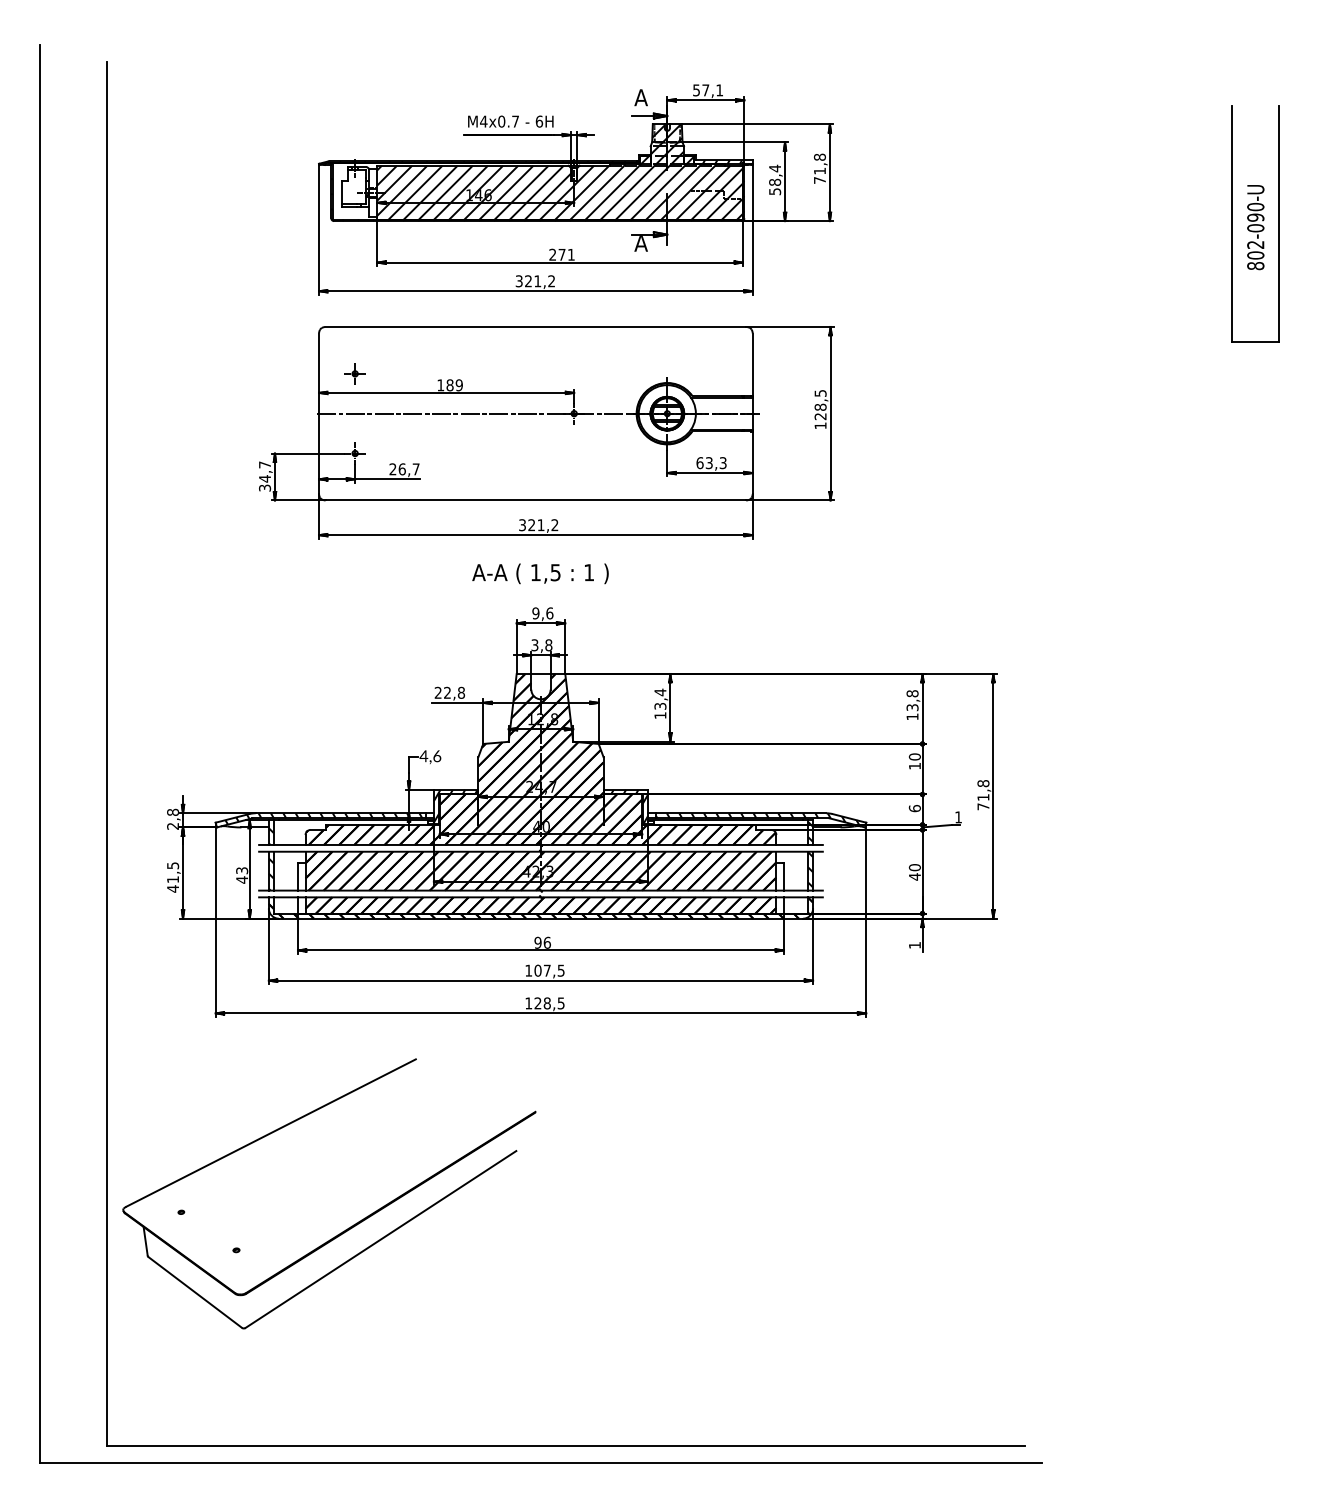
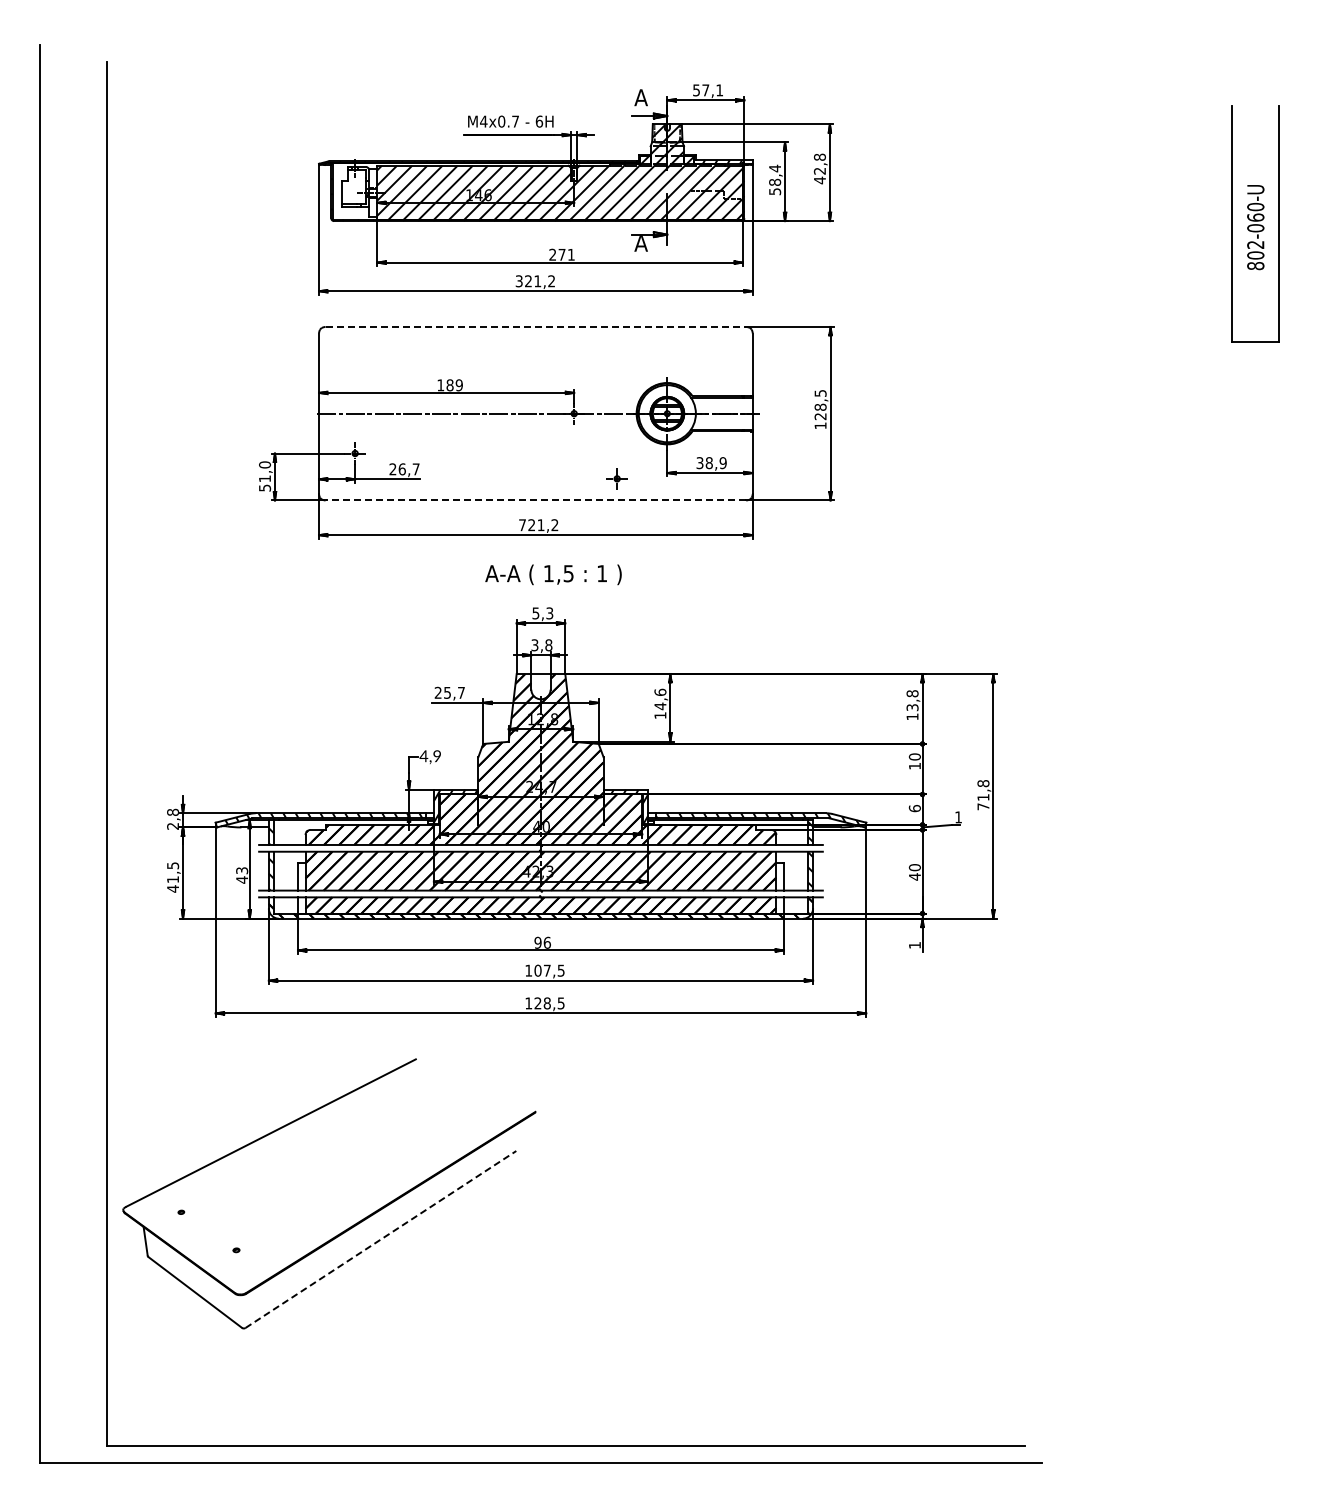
text at (819, 176): 71,8 -> 42,8
text at (1255, 217): 802-090-U -> 802-060-U
line at (536, 326): solid -> dashed
part at (354, 373) position: (354, 373) -> (616, 478)
text at (711, 463): 63,3 -> 38,9
text at (264, 476): 34,7 -> 51,0
line at (535, 500): solid -> dashed
text at (522, 525): 321,2 -> 721,2
text at (540, 573) position: (540, 573) -> (553, 574)
text at (542, 613): 9,6 -> 5,3
text at (454, 692): 22,8 -> 25,7
text at (660, 699): 13,4 -> 14,6
text at (437, 756): 4,6 -> 4,9
line at (380, 1239): solid -> dashed
